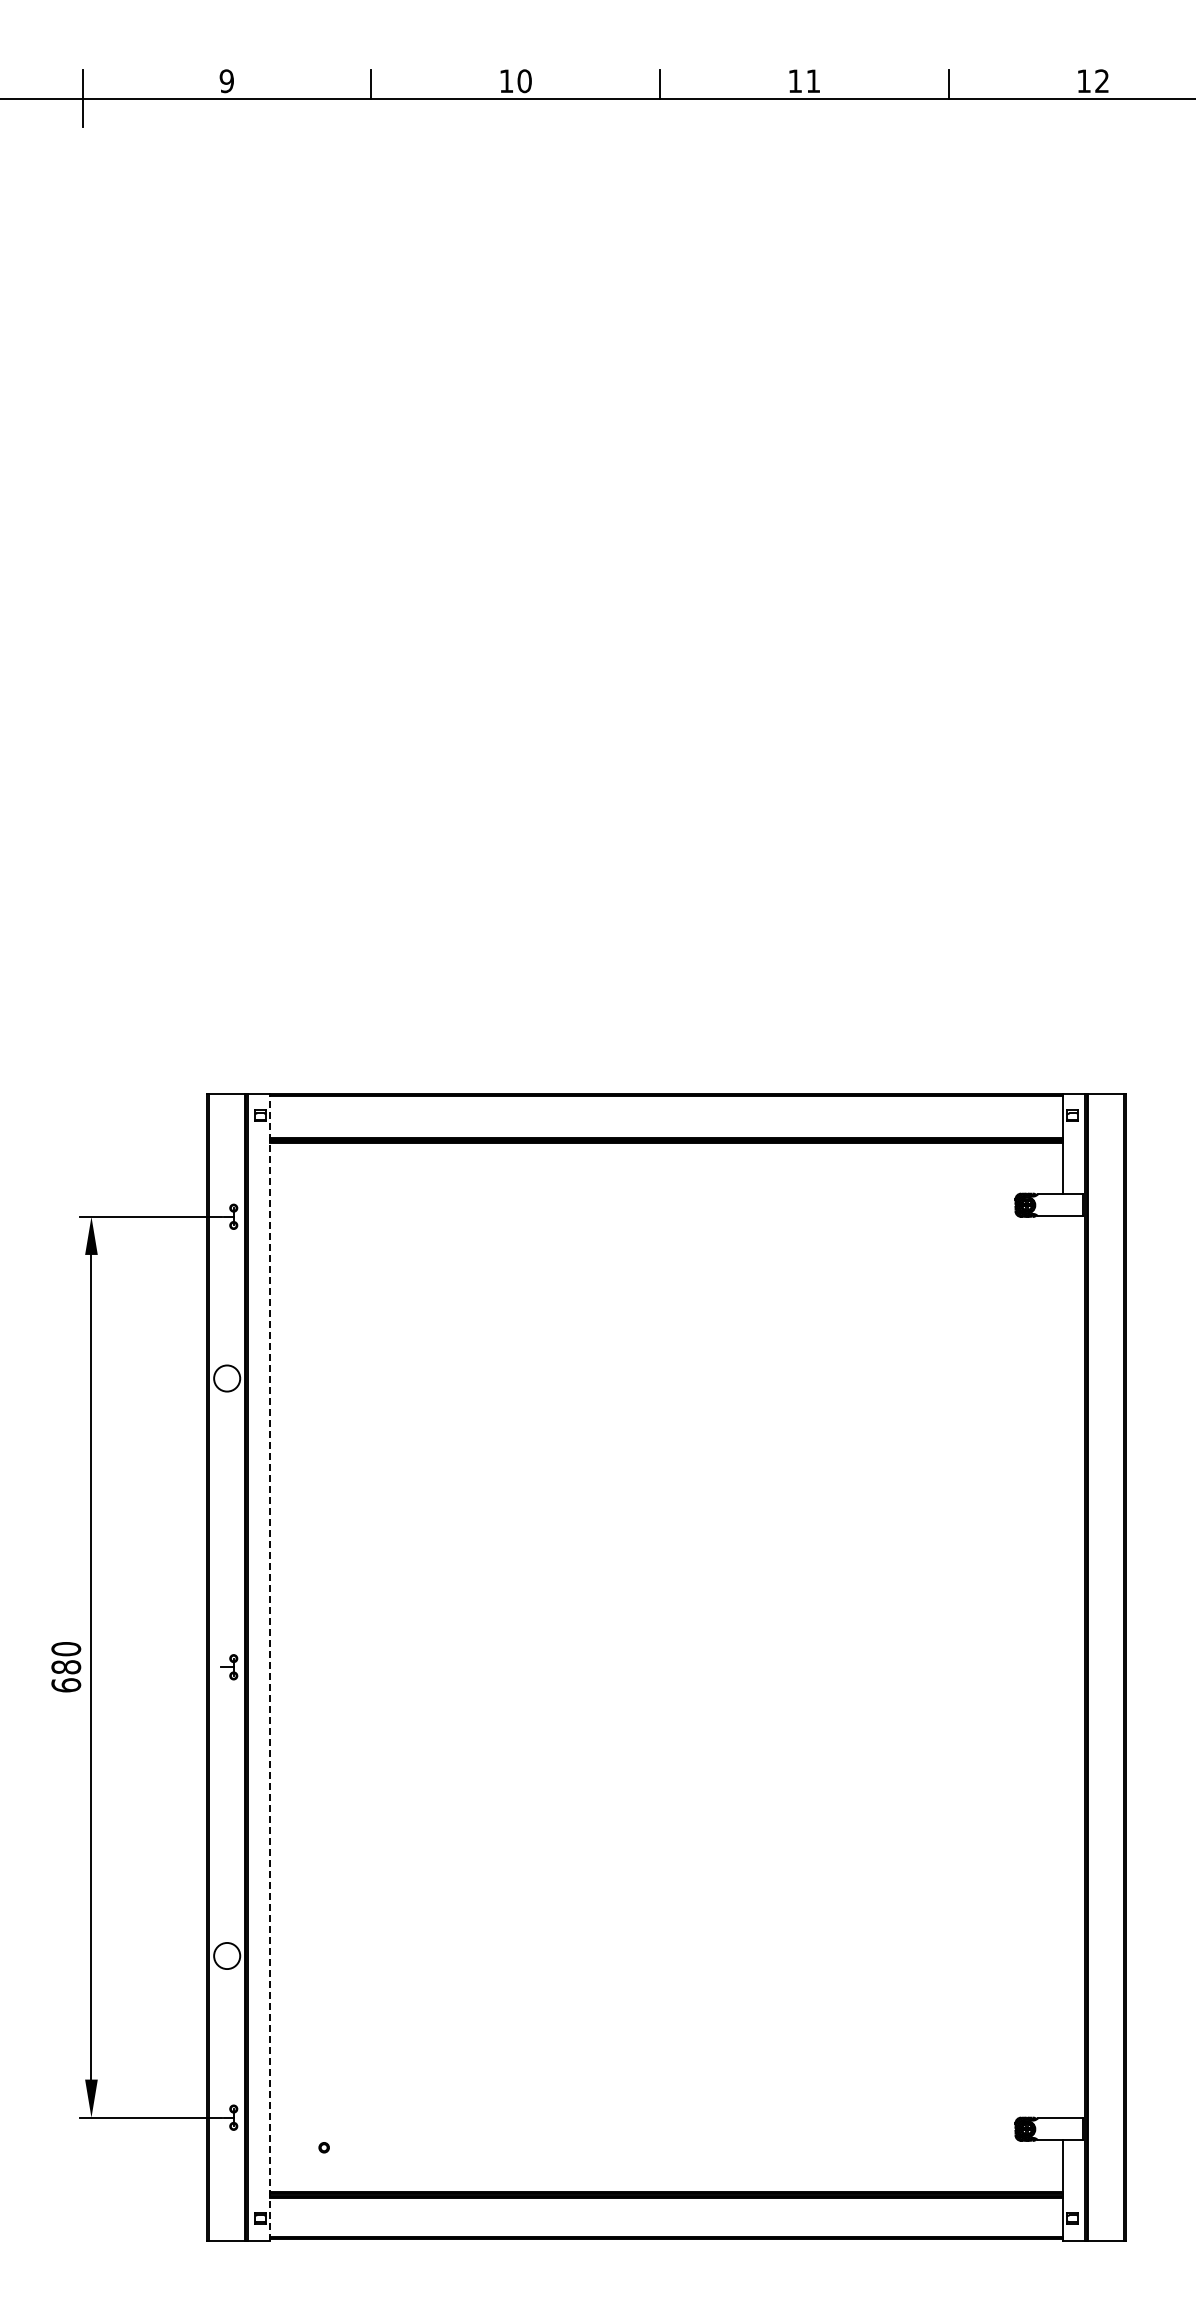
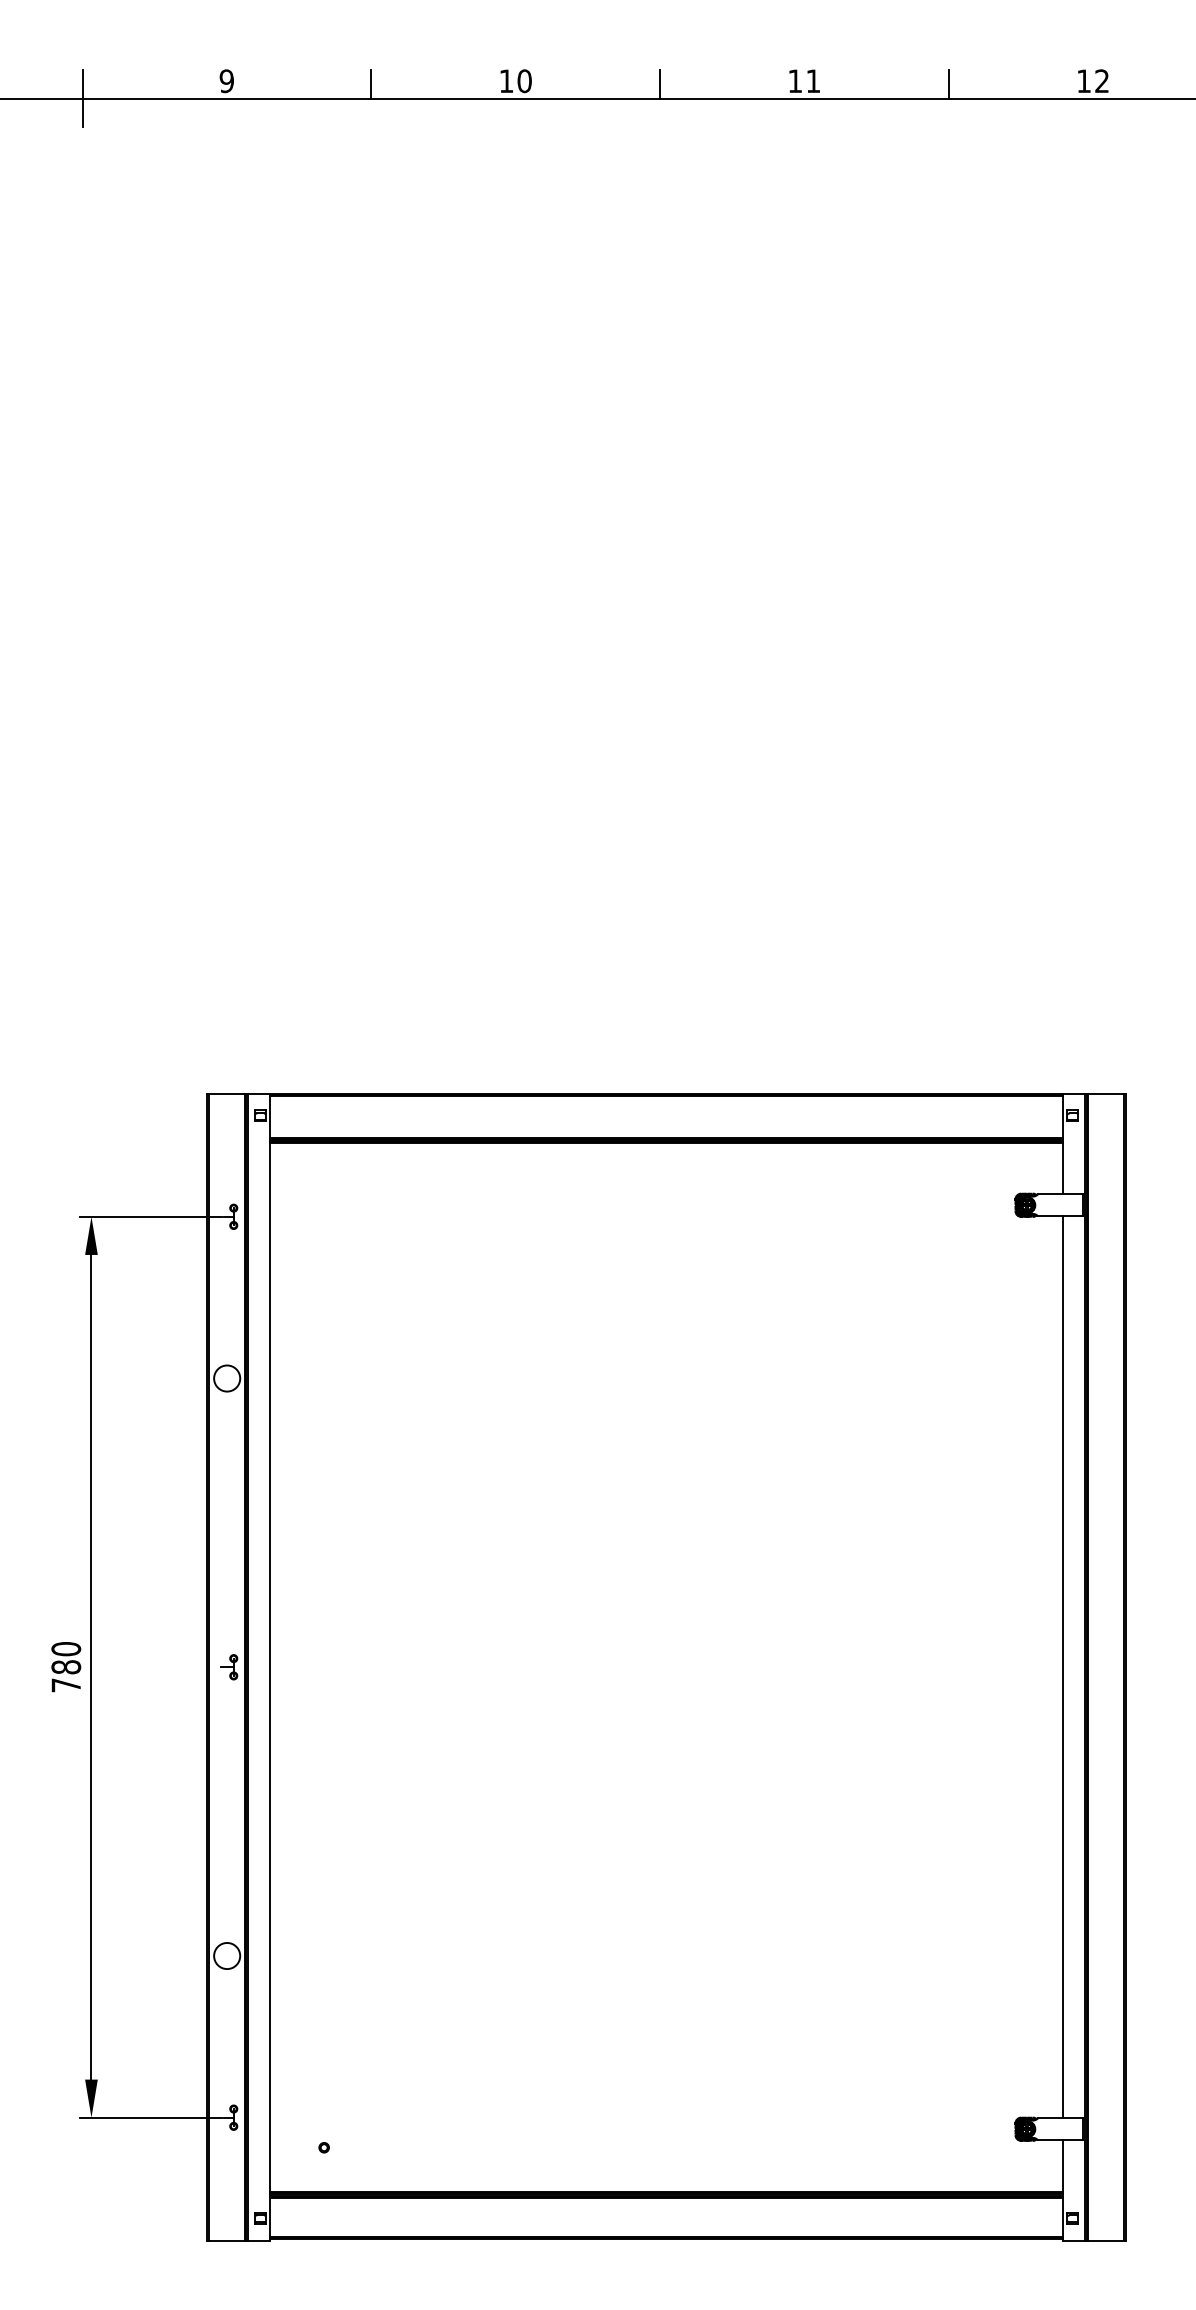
line at (270, 1666): dashed -> solid
line at (1062, 1667): none -> present
text at (66, 1685): 680 -> 780
